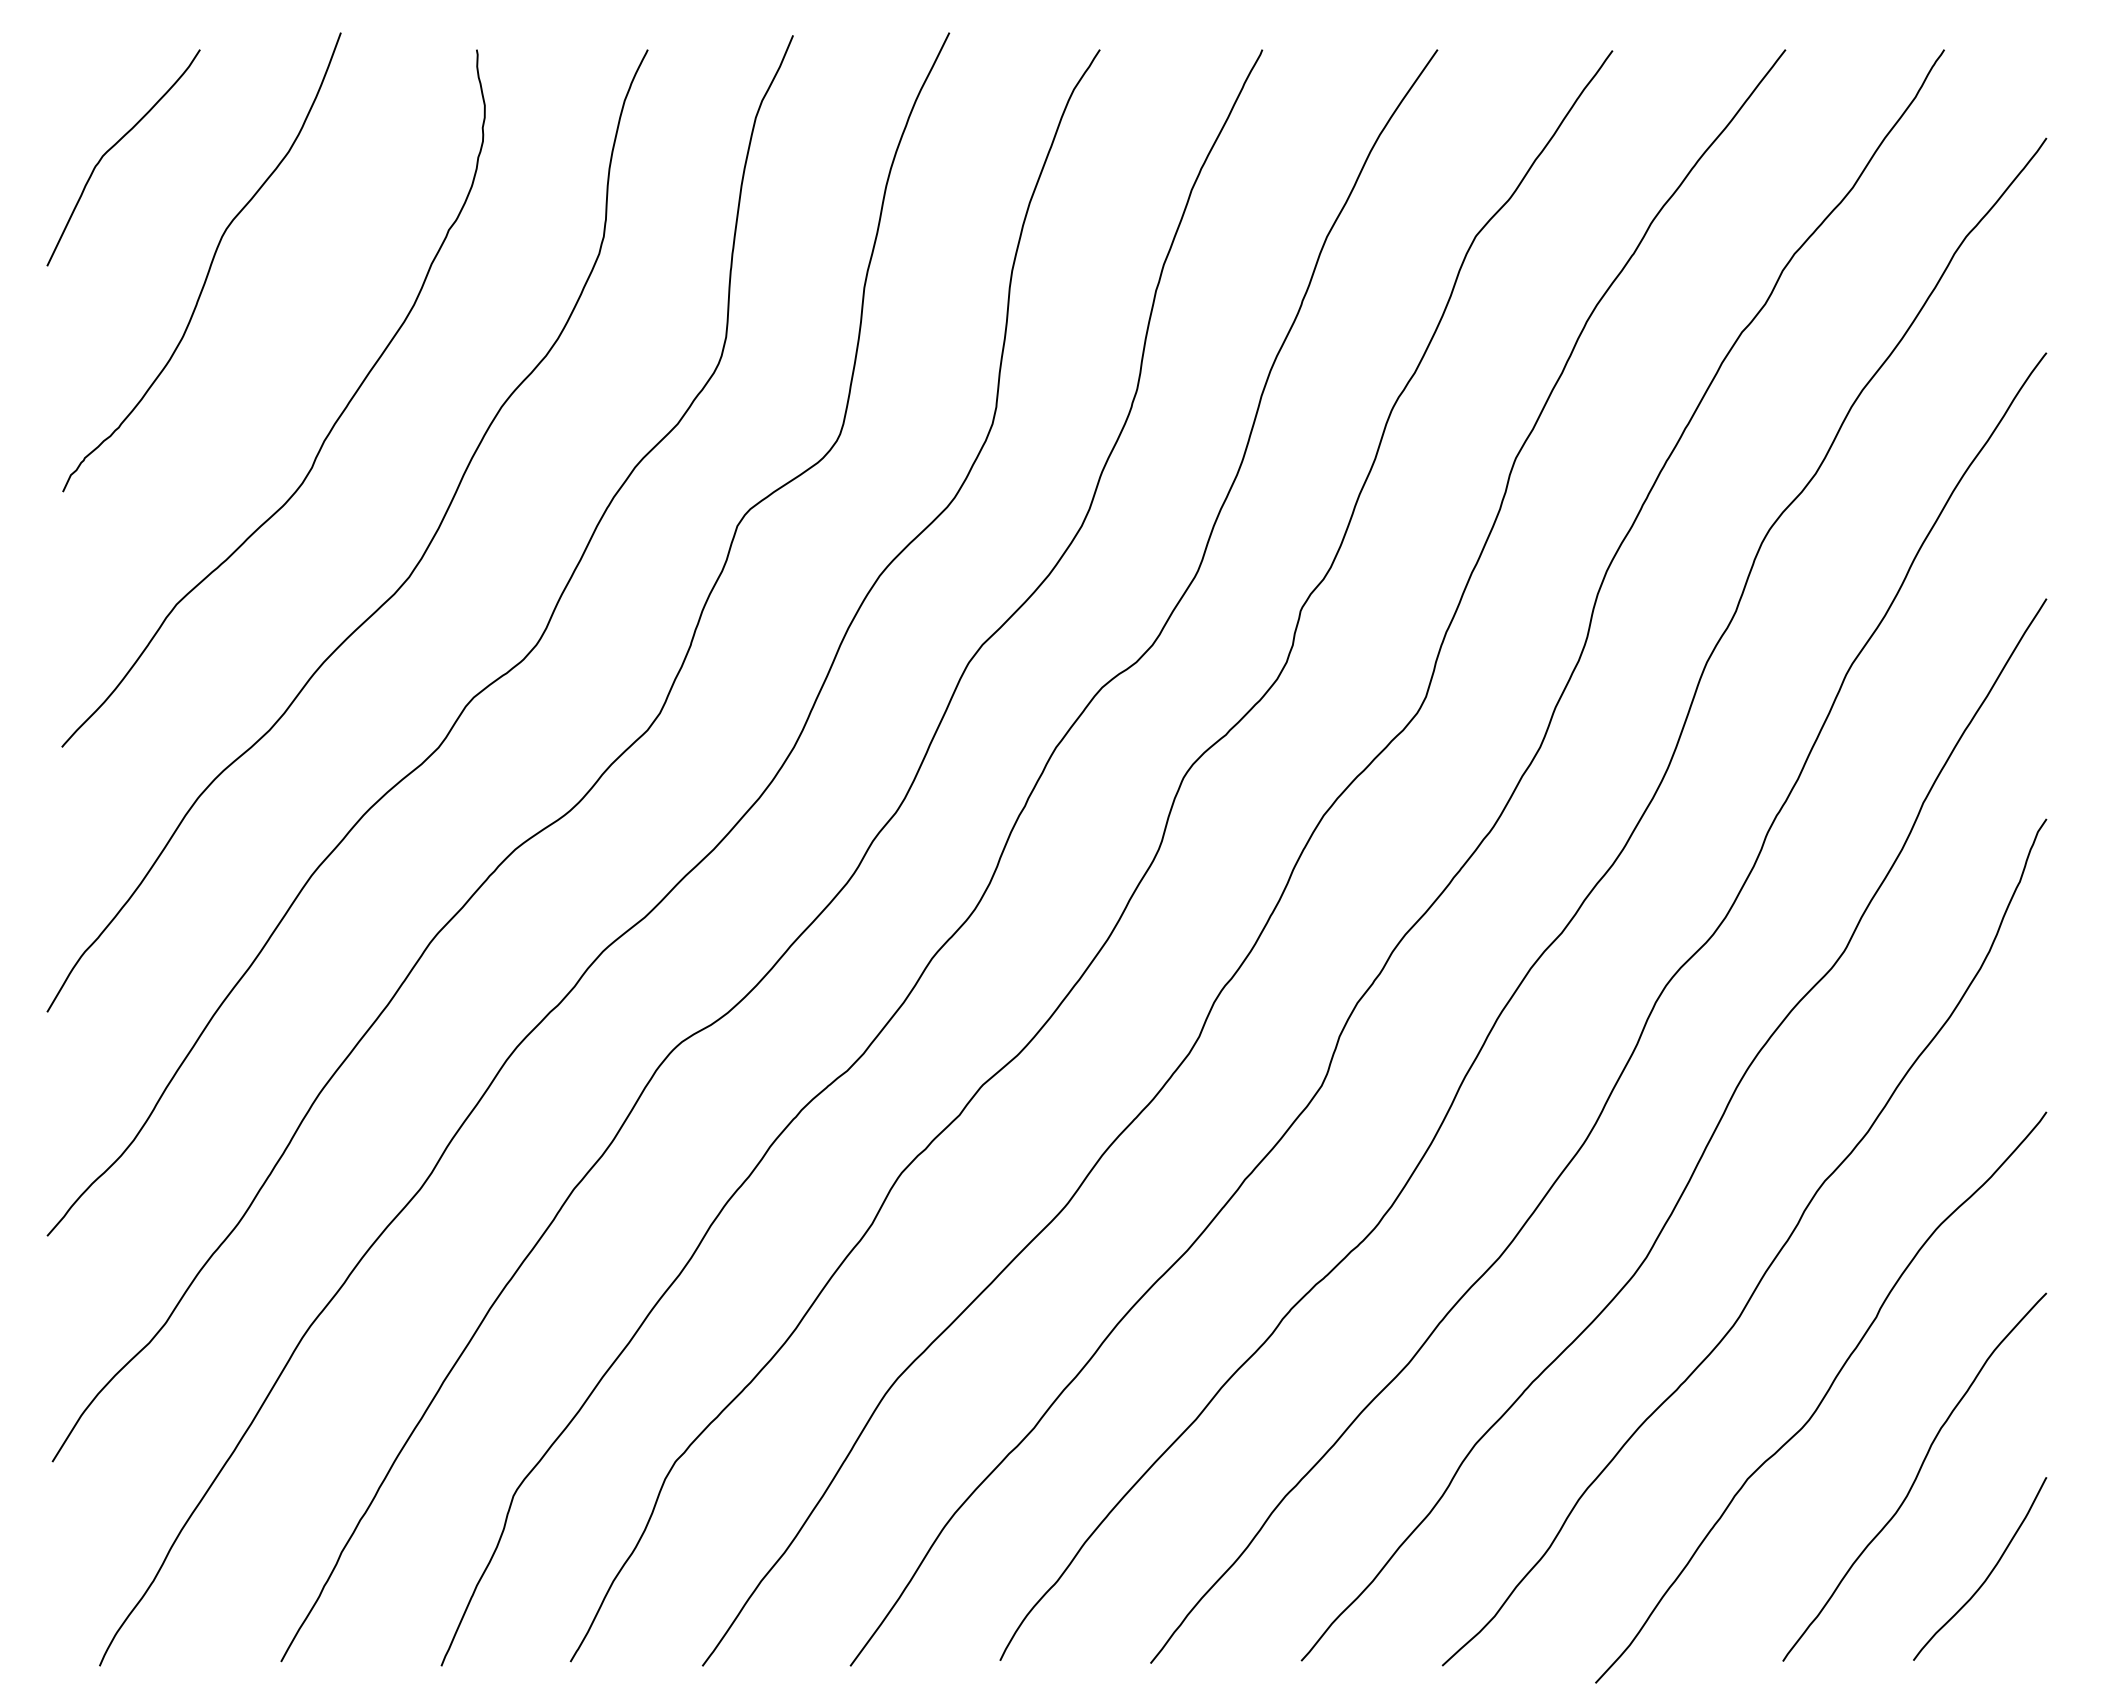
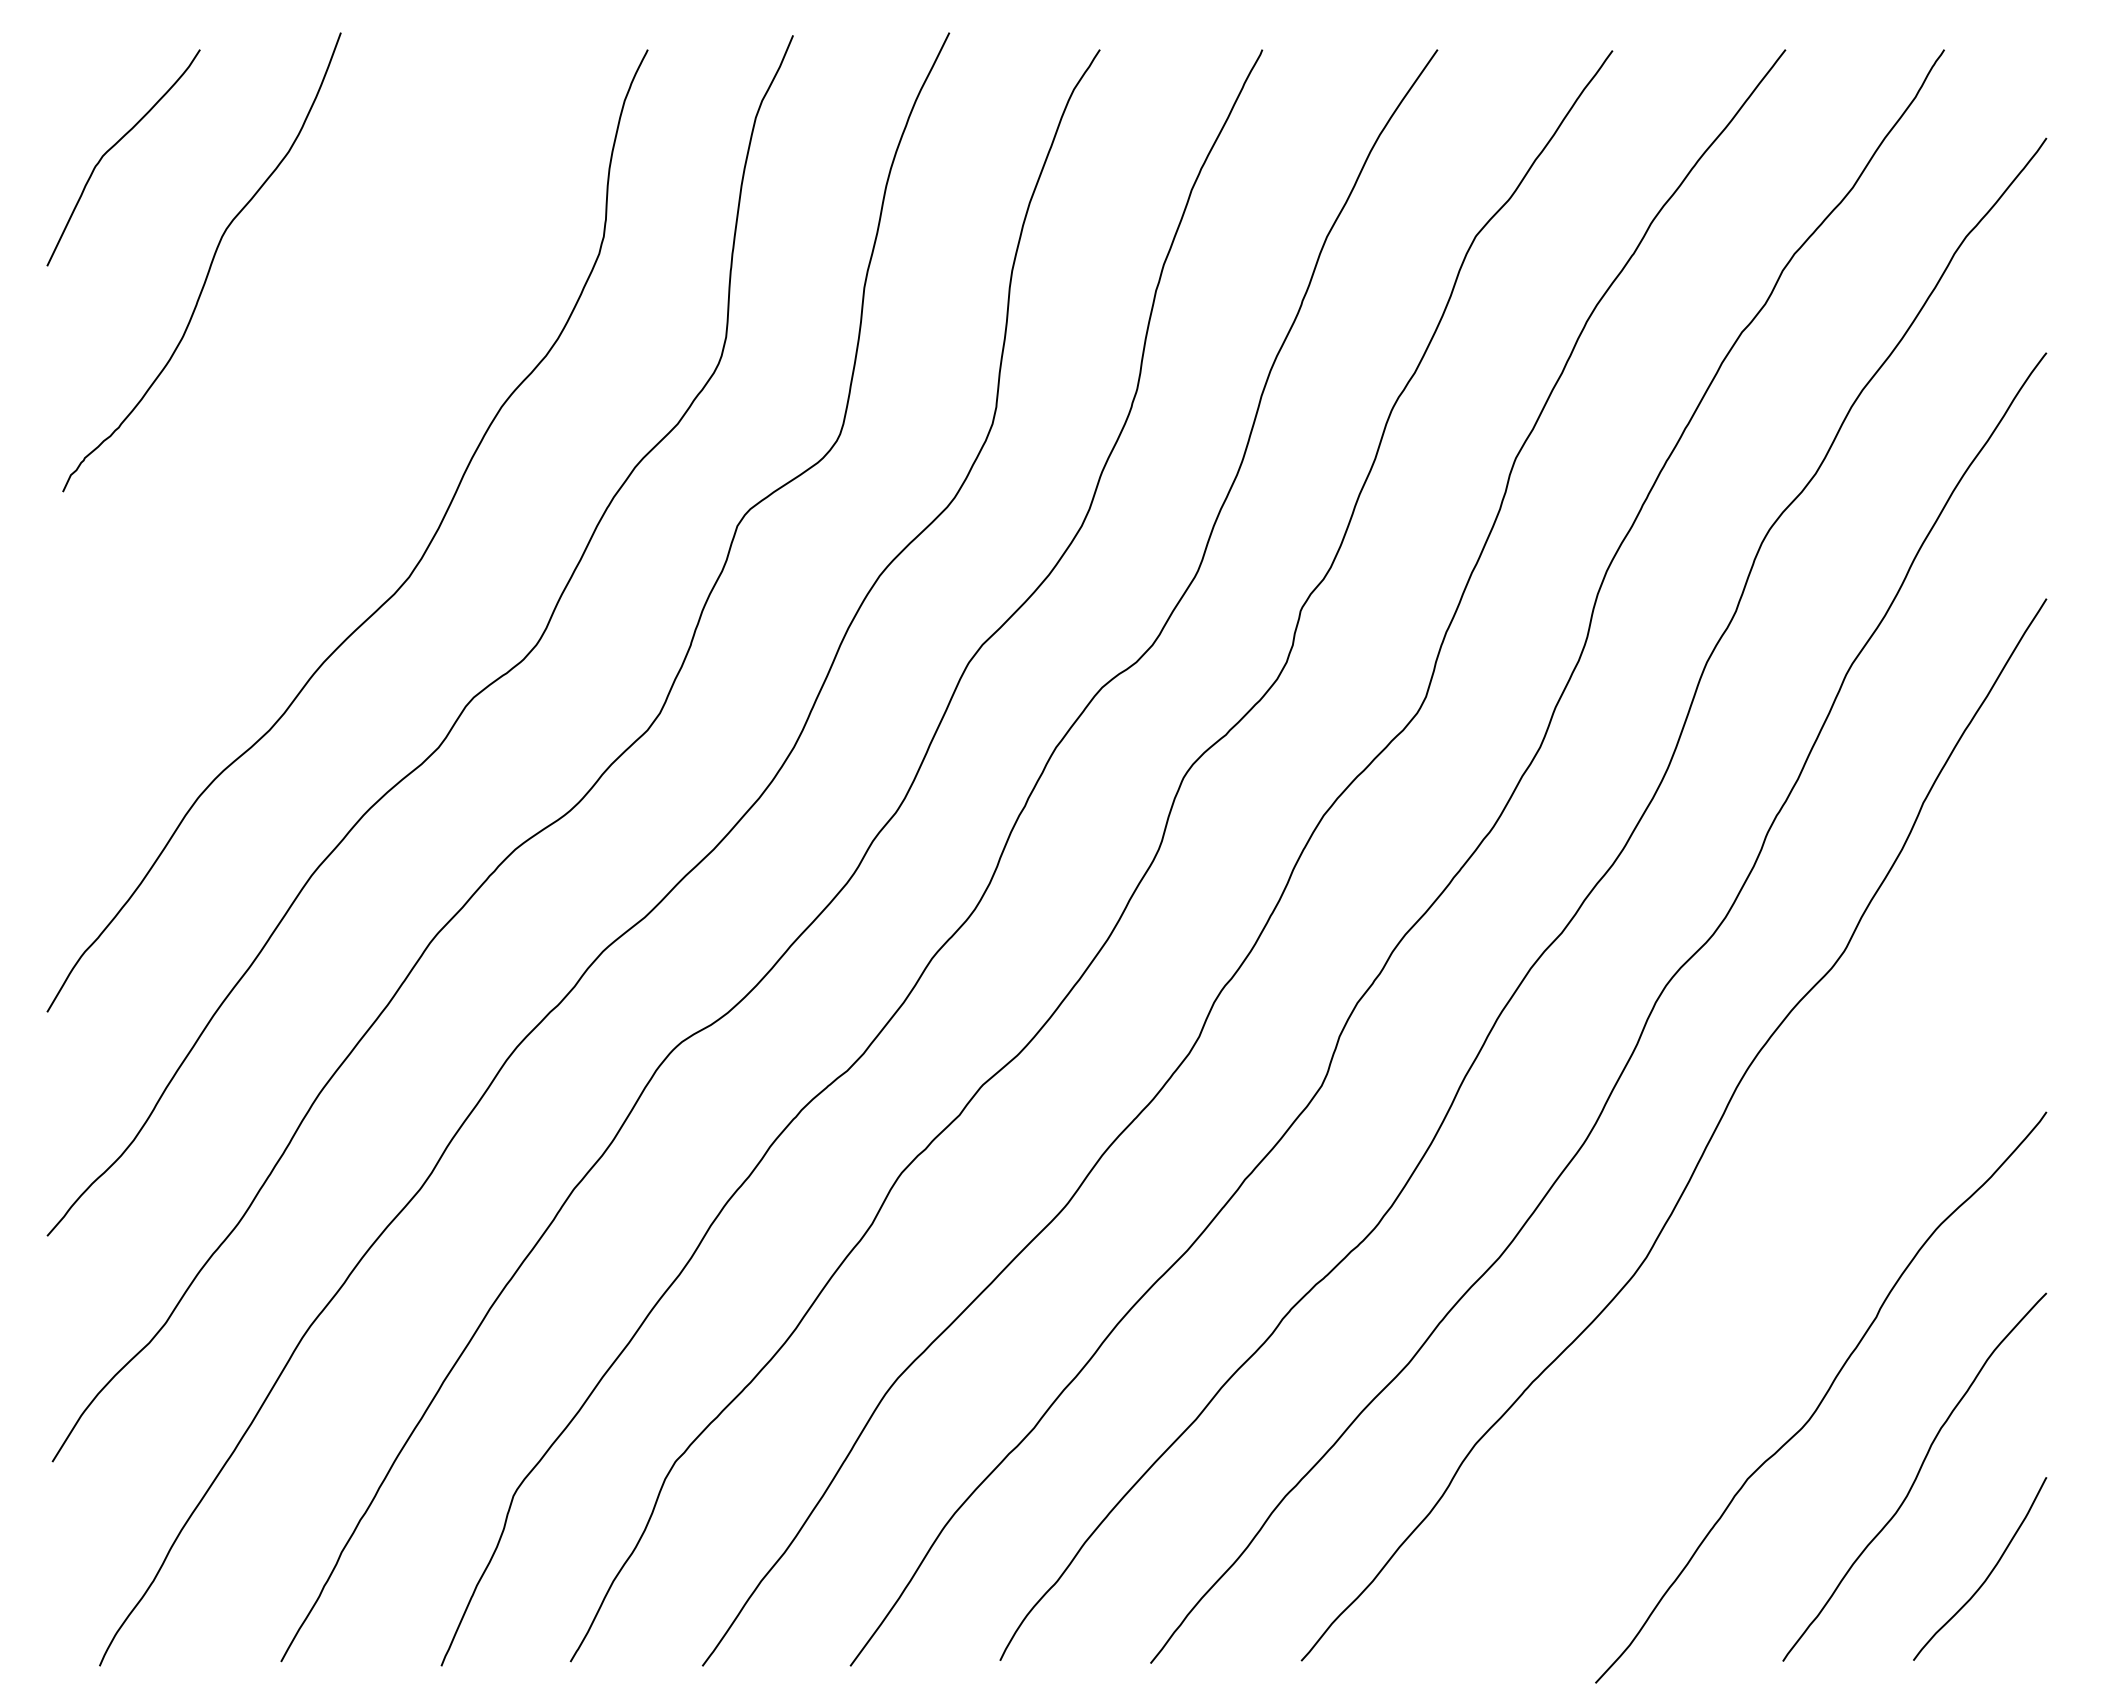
curve at (329, 430): present -> none
curve at (1771, 1261): present -> none
